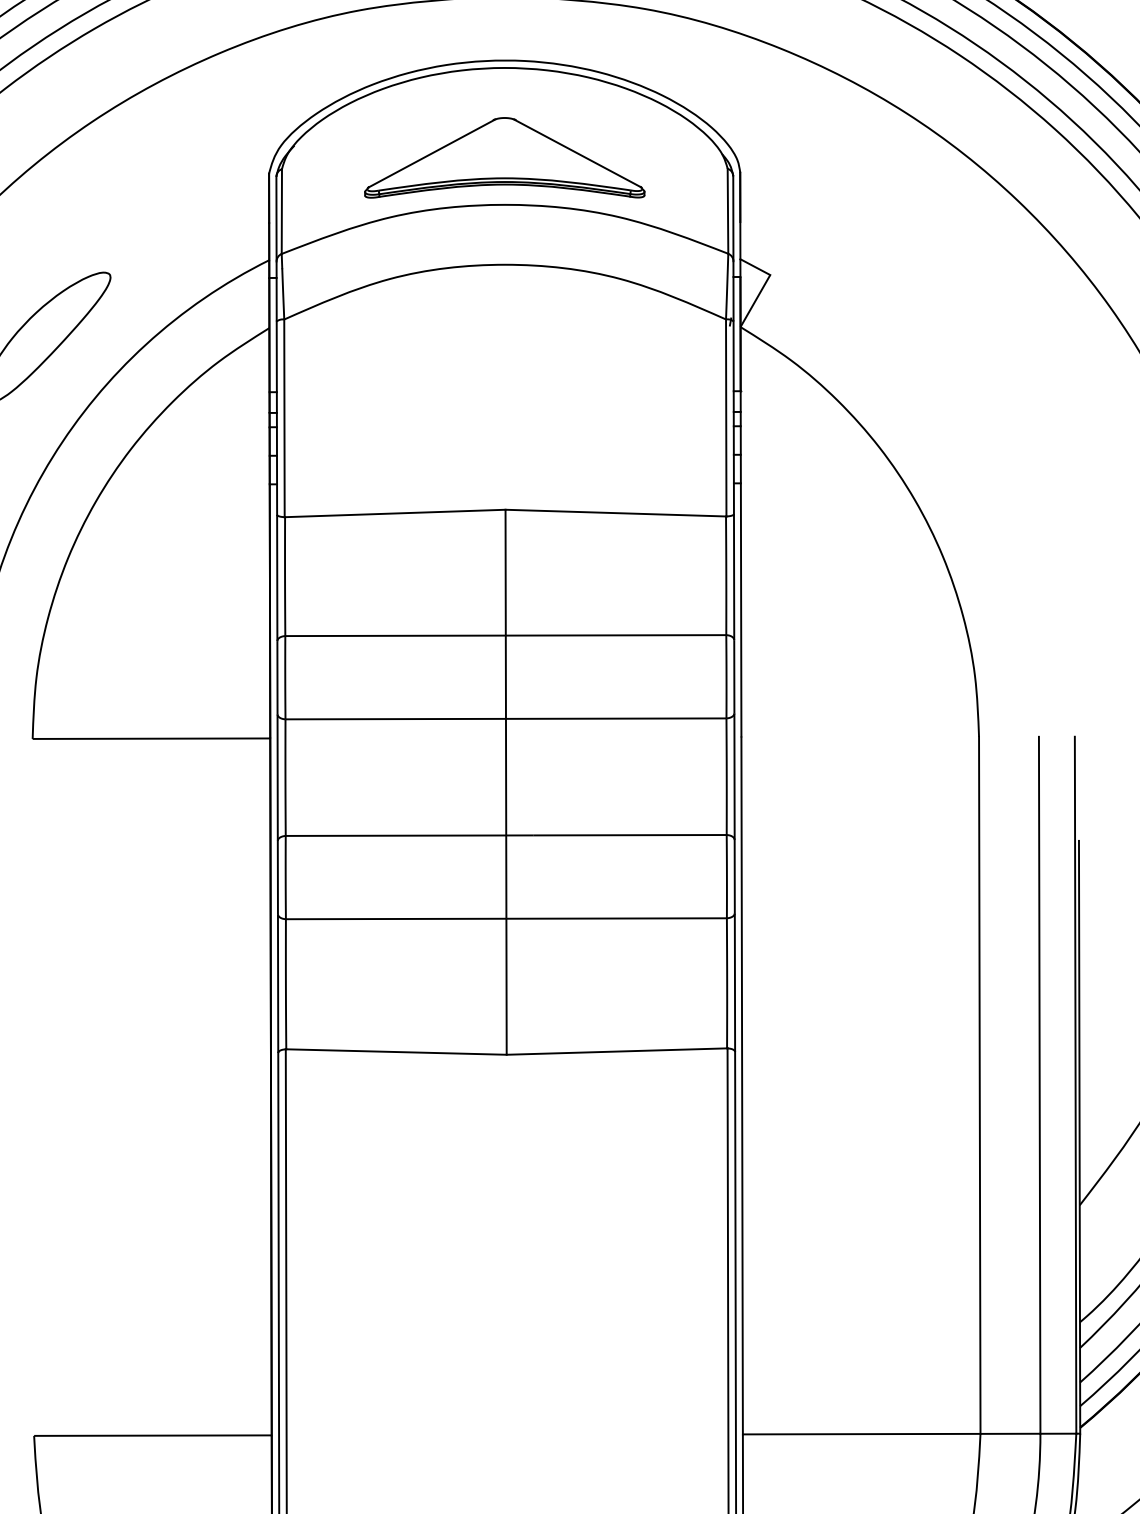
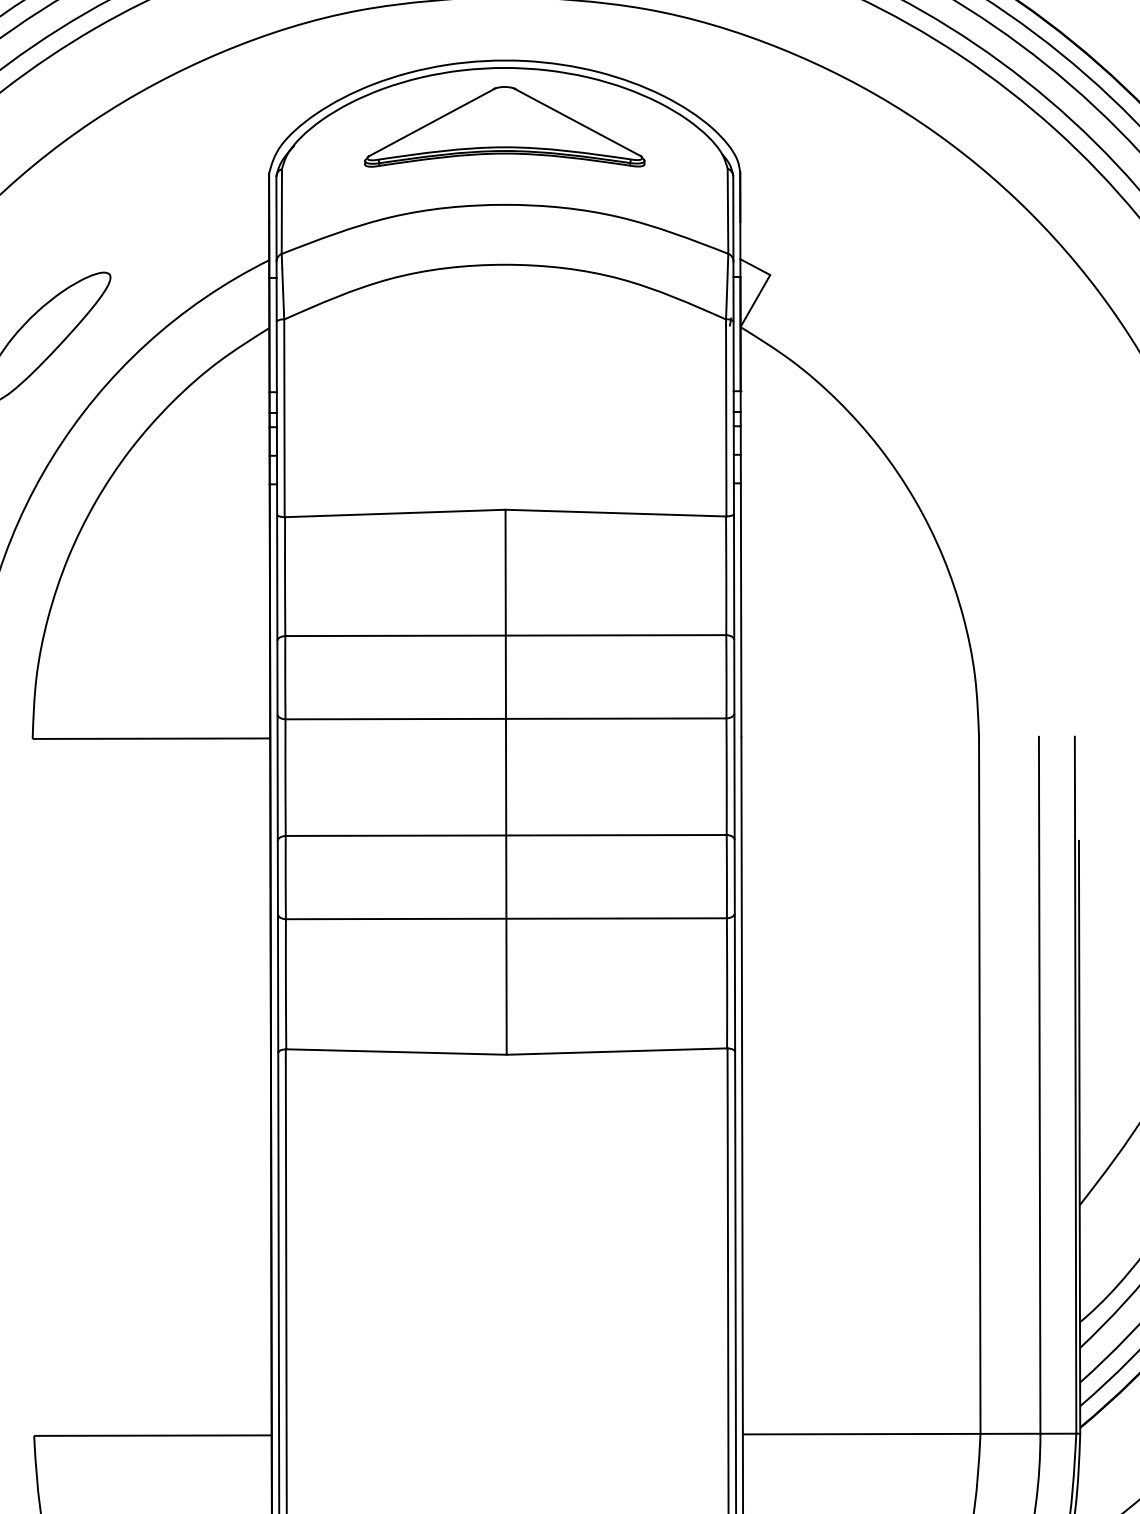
part at (504, 157) position: (504, 157) -> (504, 126)
